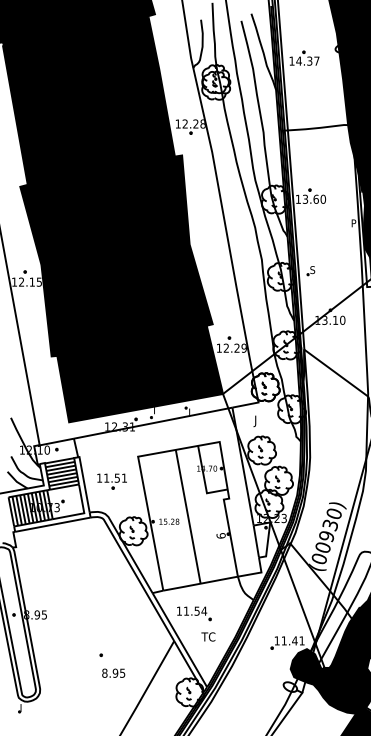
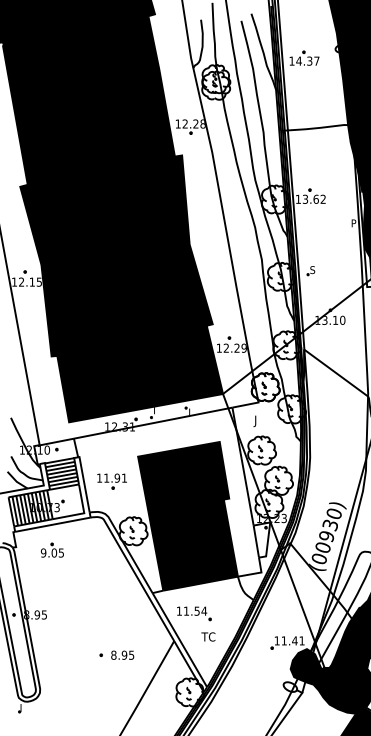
text at (323, 198): 13.60 -> 13.62
text at (117, 477): 11.51 -> 11.91
fill at (187, 516): none -> present
part at (51, 549): none -> present
text at (113, 672) position: (113, 672) -> (122, 654)
